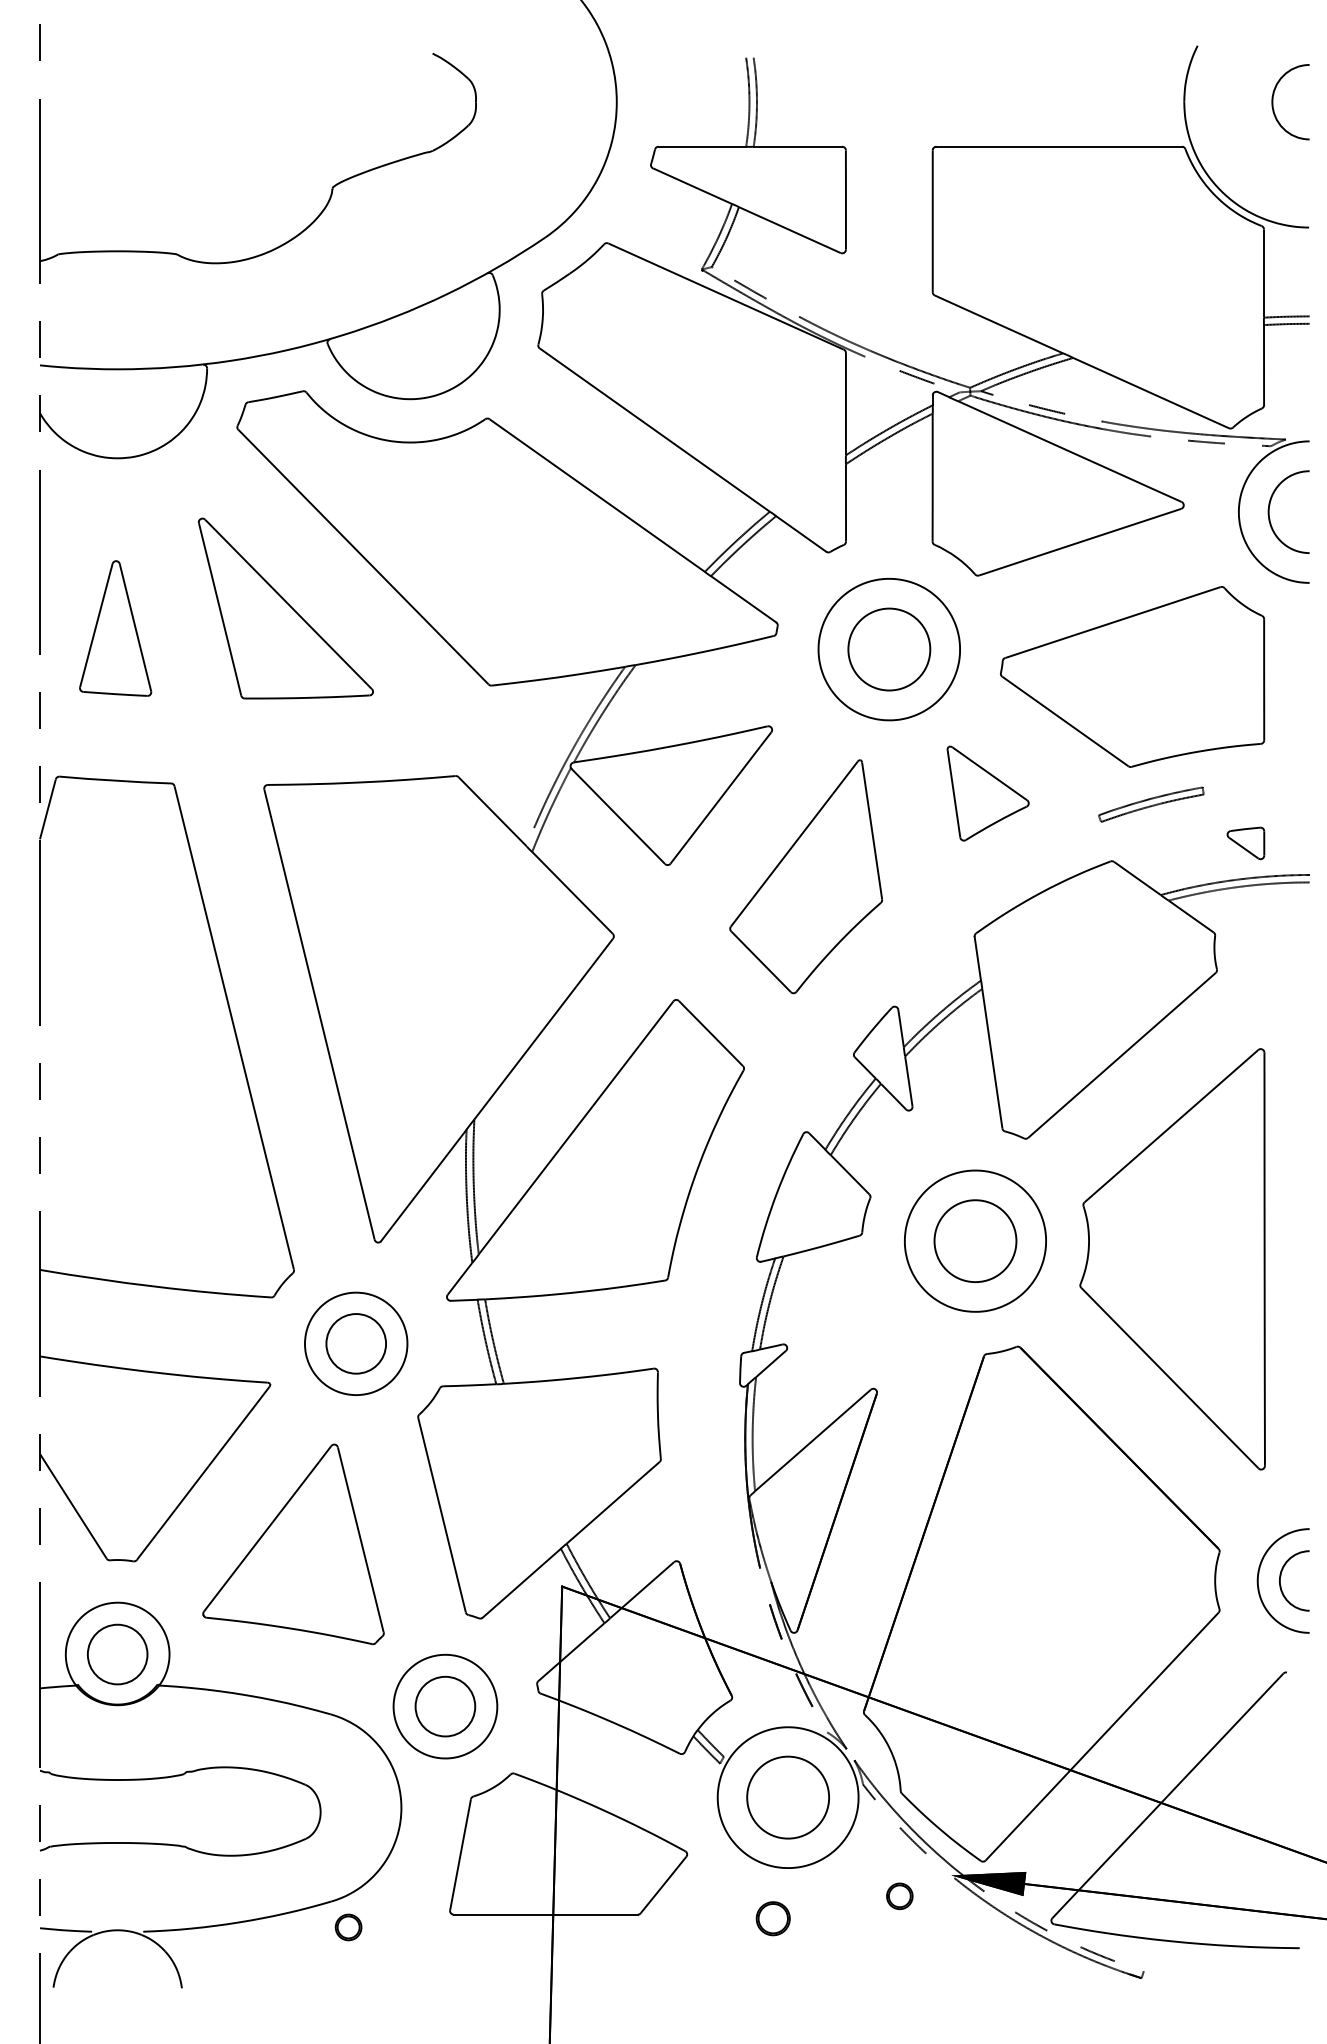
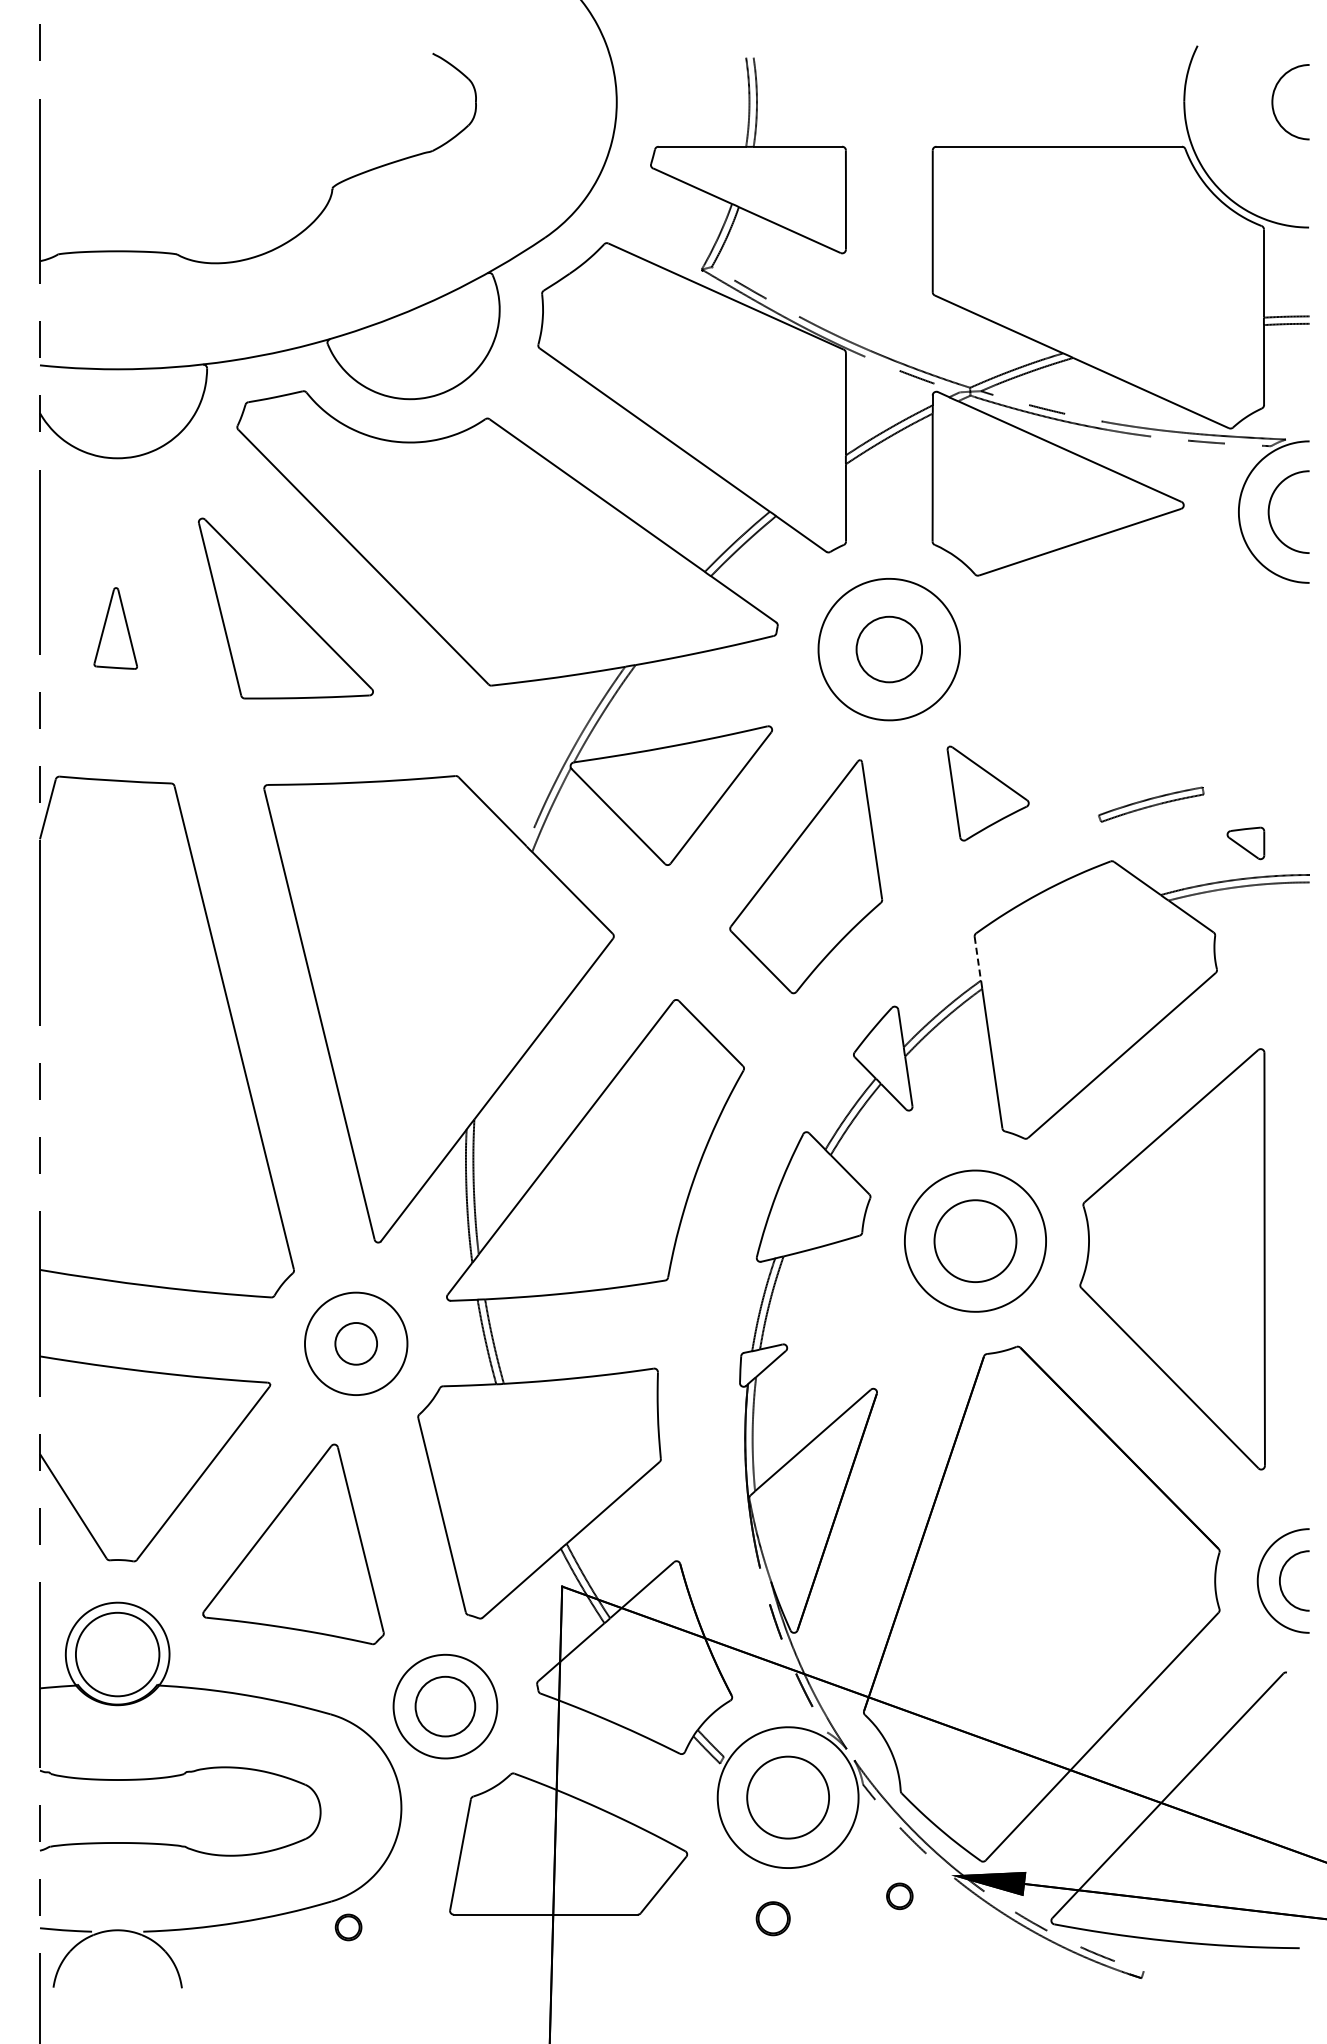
part at (115, 628) size: 74x137 px -> 45x83 px
circle at (889, 649) diameter: 82 px -> 66 px
part at (1132, 676): present -> none
line at (977, 959): solid -> dashed
circle at (356, 1343) diameter: 60 px -> 42 px
circle at (117, 1654) diameter: 60 px -> 84 px
